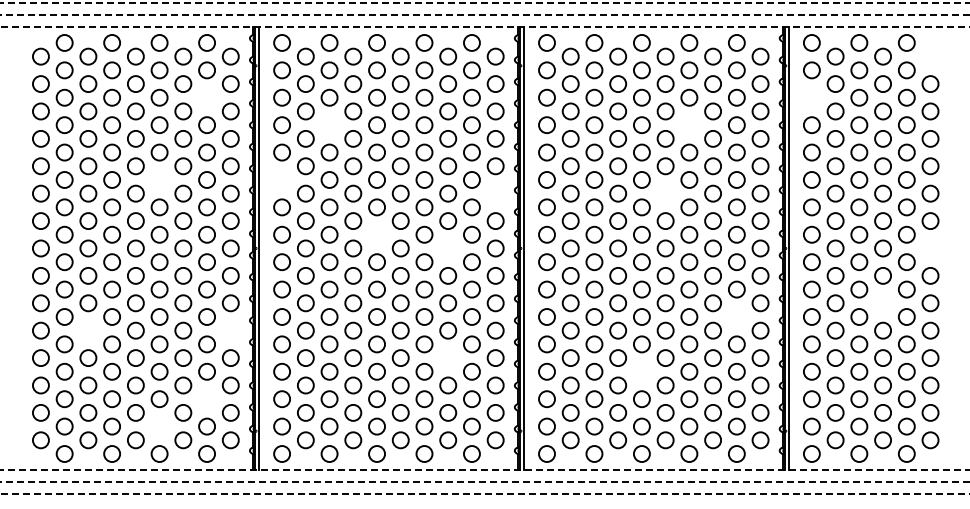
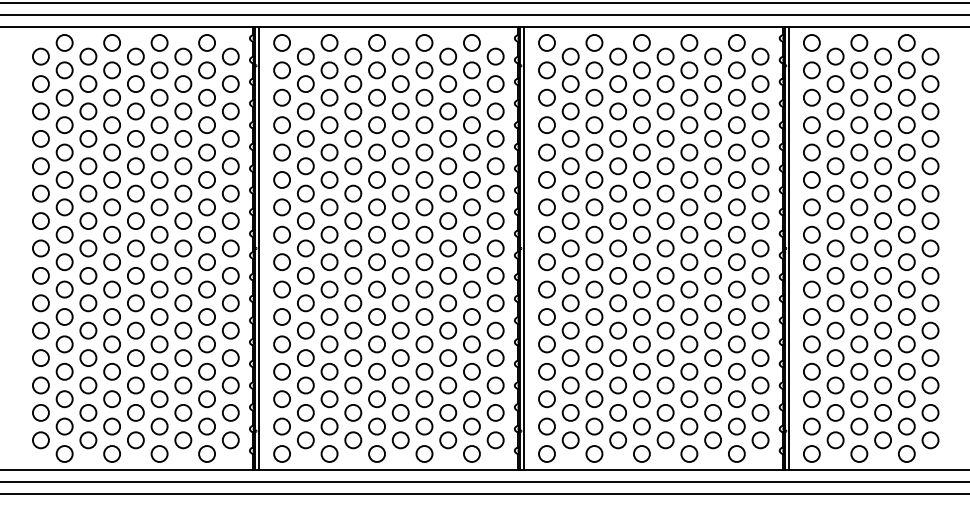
line at (484, 3): dashed -> solid
line at (485, 15): dashed -> solid
line at (484, 27): dashed -> solid
circle at (930, 56): none -> present
circle at (206, 97): none -> present
circle at (811, 97): none -> present
circle at (329, 124): none -> present
circle at (689, 124): none -> present
circle at (159, 179): none -> present
circle at (281, 179): none -> present
circle at (495, 193): none -> present
circle at (665, 193): none -> present
circle at (376, 234): none -> present
circle at (448, 248): none -> present
circle at (930, 248): none -> present
circle at (882, 303): none -> present
circle at (736, 316): none -> present
circle at (88, 330): none -> present
circle at (230, 330): none -> present
circle at (448, 357): none -> present
circle at (641, 371): none -> present
circle at (206, 399): none -> present
circle at (159, 426): none -> present
line at (484, 469): dashed -> solid
line at (485, 481): dashed -> solid
line at (484, 493): dashed -> solid
